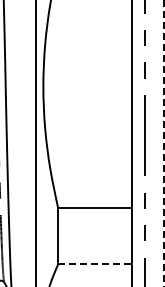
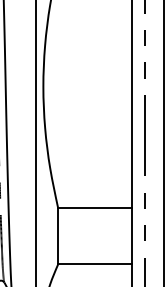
line at (164, 144): dashed -> solid
line at (95, 264): dashed -> solid
